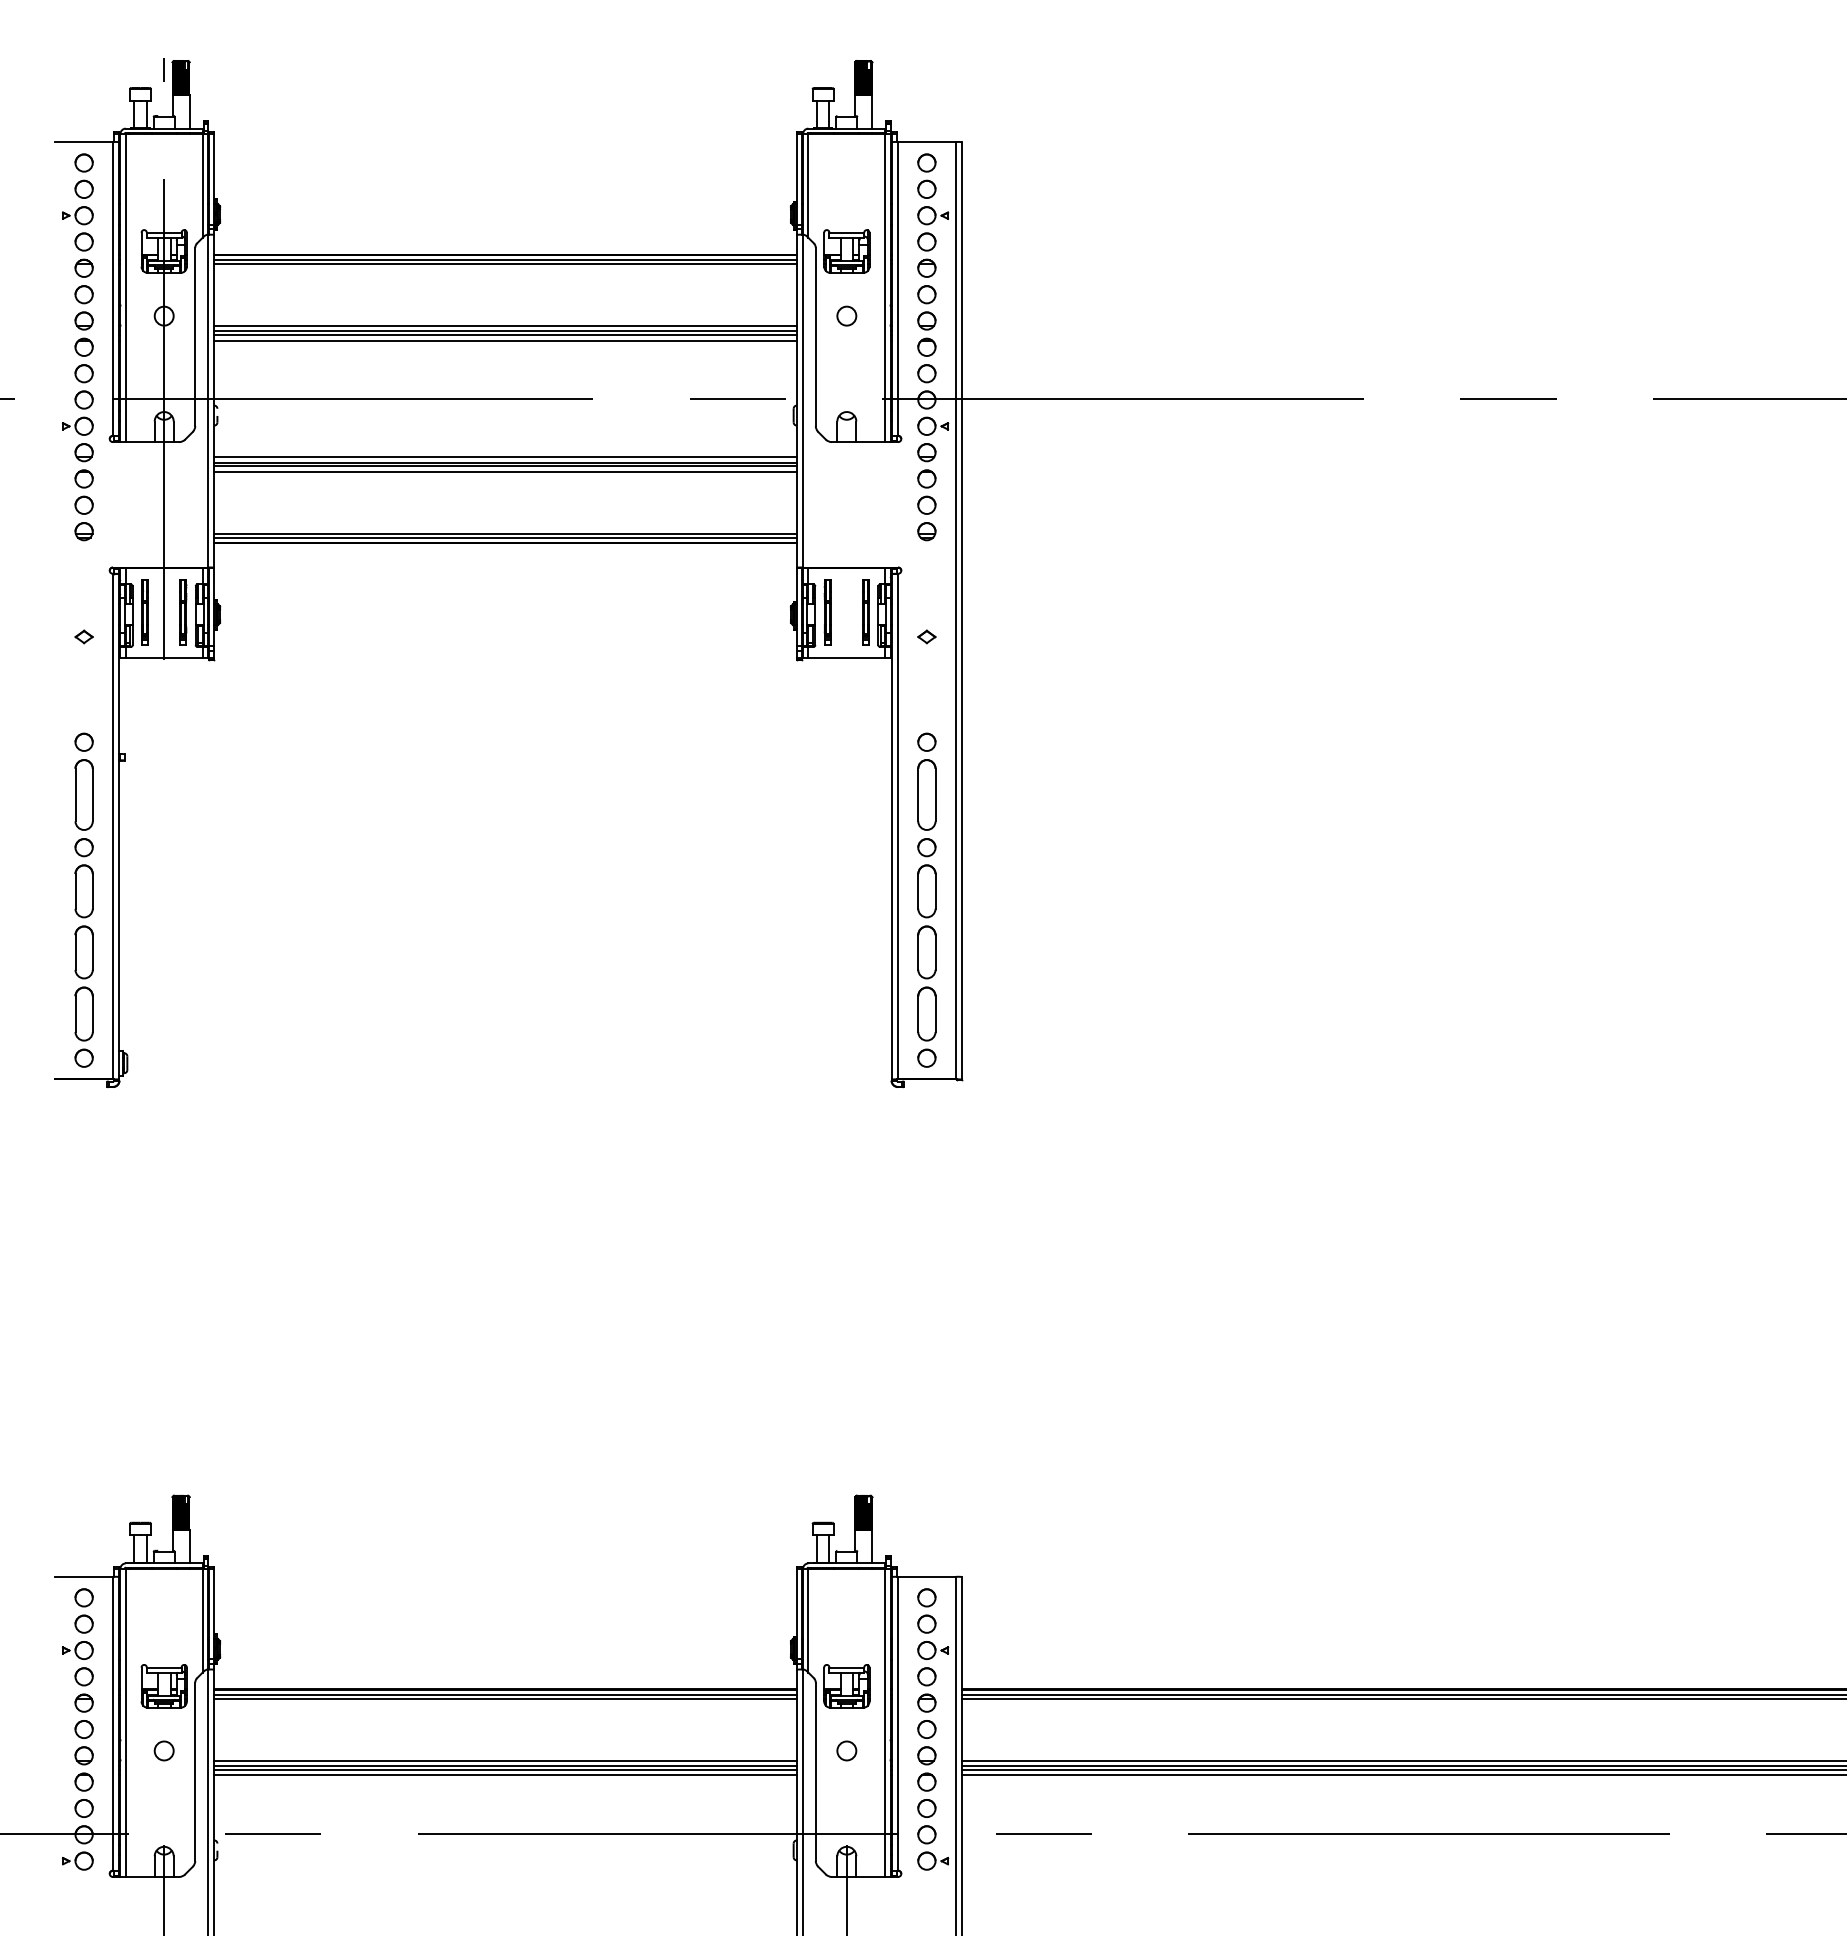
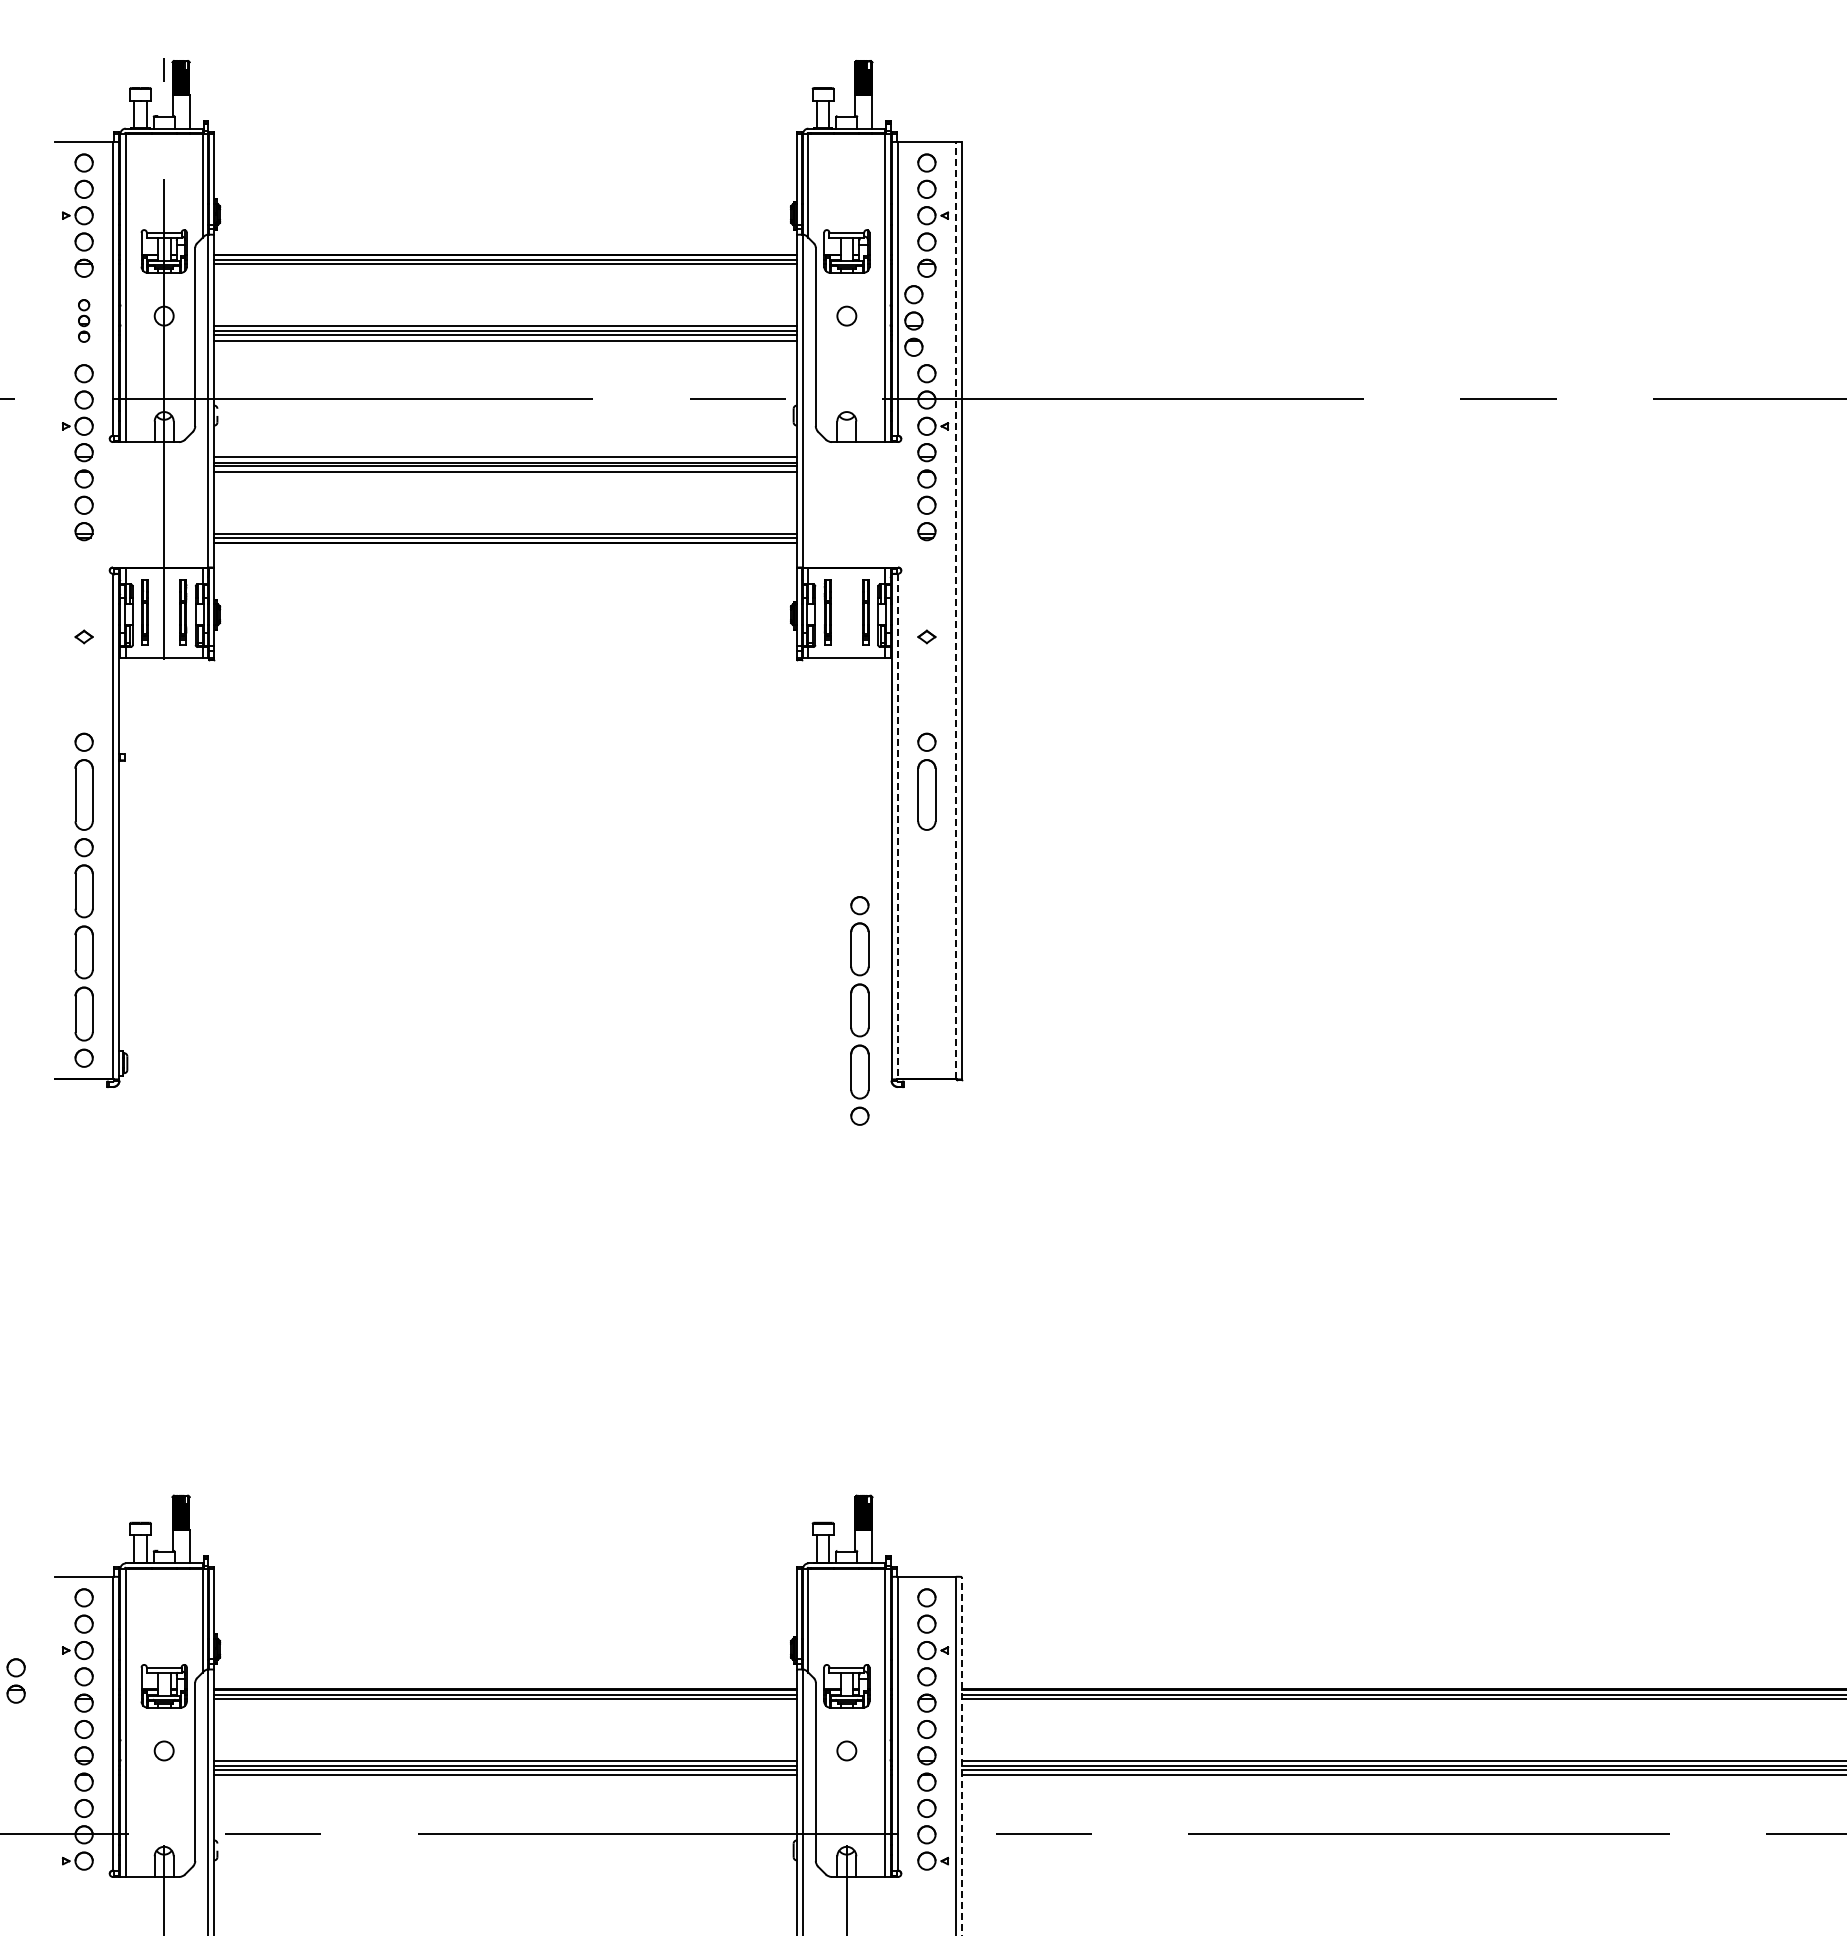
part at (83, 320) size: 20x72 px -> 13x44 px
part at (926, 320) position: (926, 320) -> (913, 320)
line at (955, 610): solid -> dashed
line at (897, 826): solid -> dashed
part at (926, 952) position: (926, 952) -> (859, 1010)
part at (15, 1680): none -> present
line at (962, 1755): solid -> dashed
